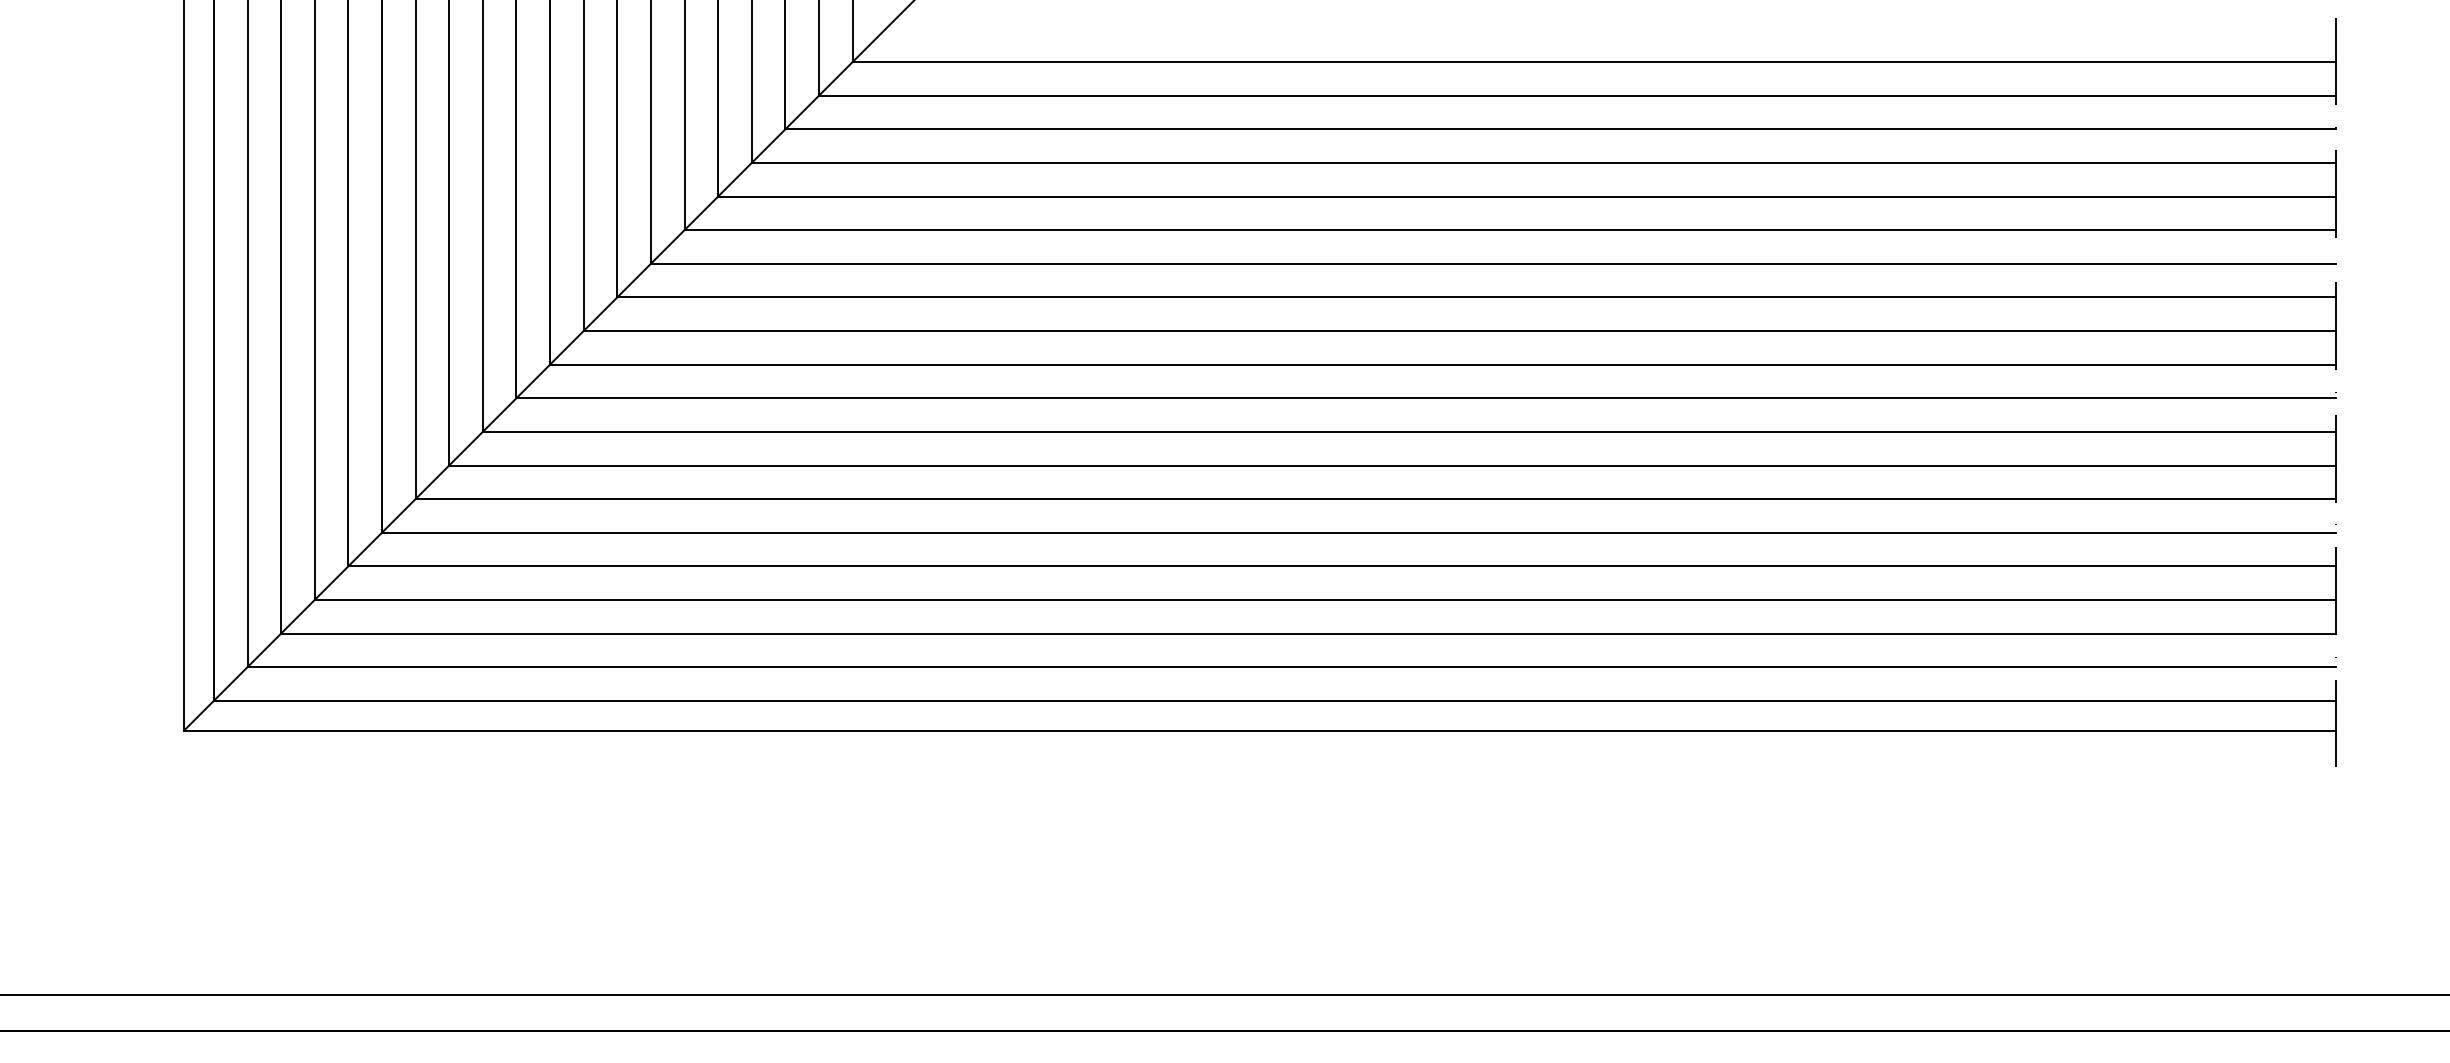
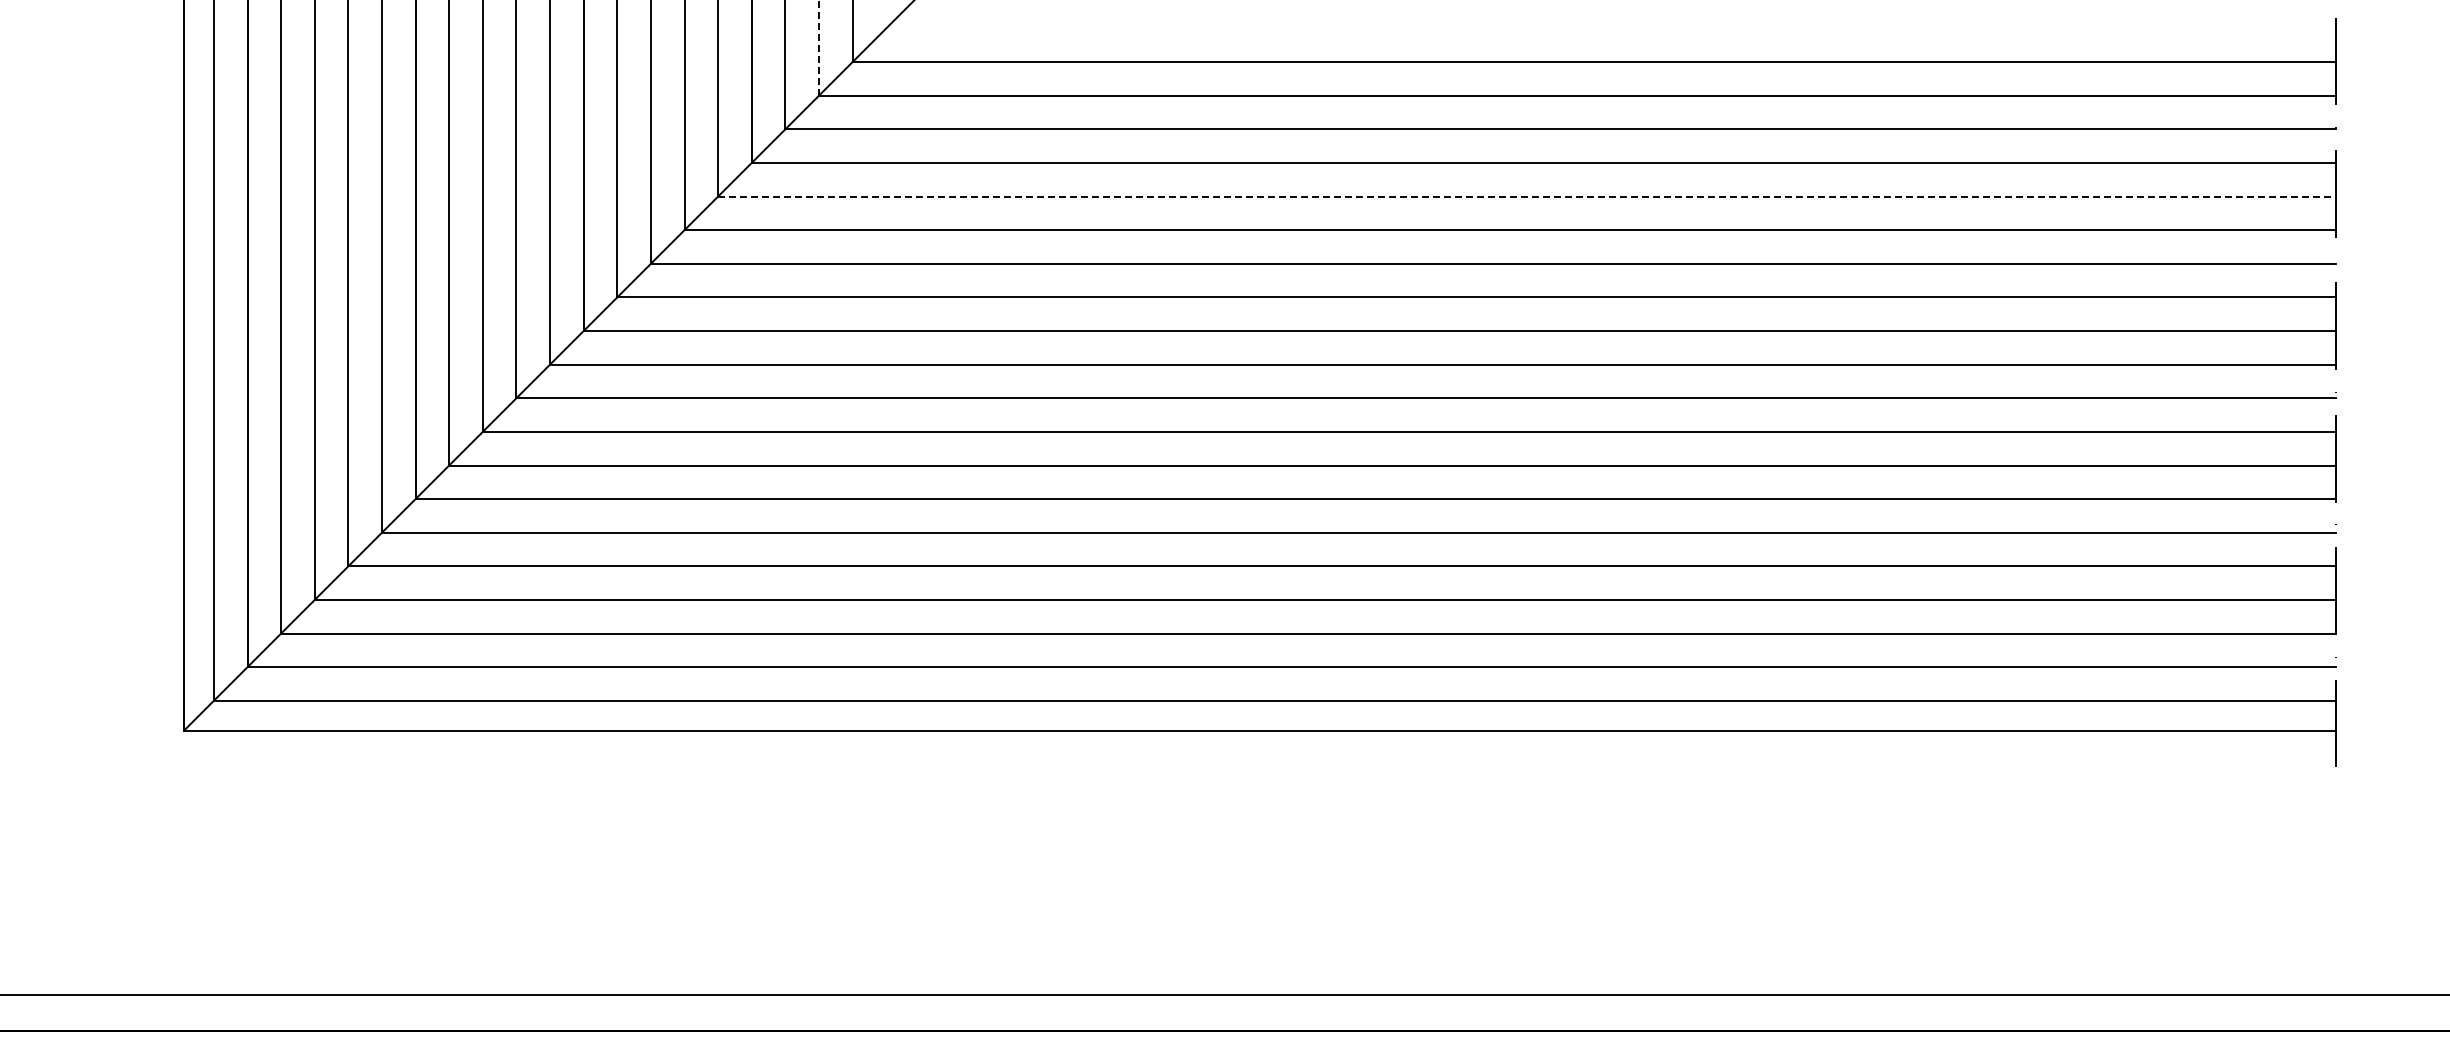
line at (819, 47): solid -> dashed
line at (1527, 196): solid -> dashed
